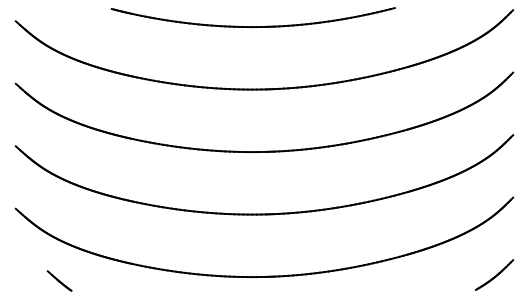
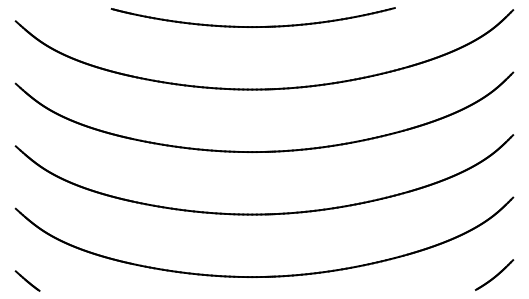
line at (59, 280) position: (59, 280) -> (27, 280)
